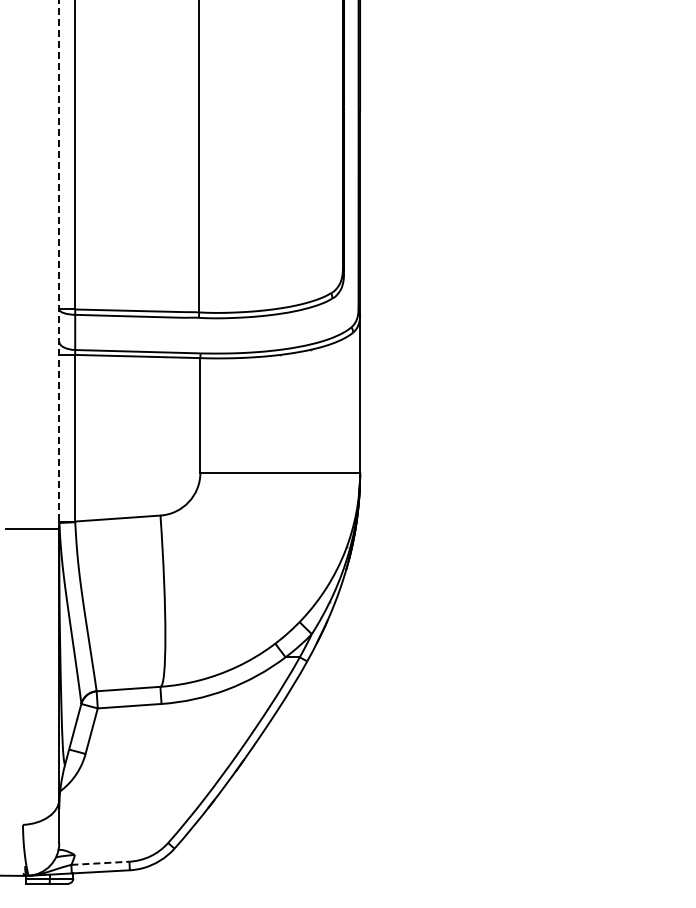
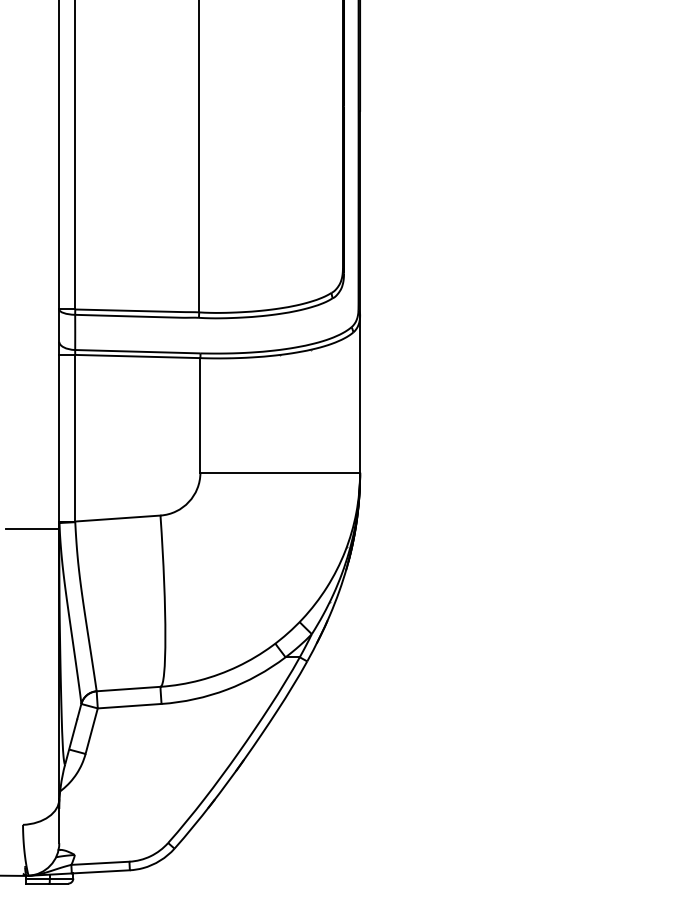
line at (59, 265): dashed -> solid
line at (100, 863): dashed -> solid
